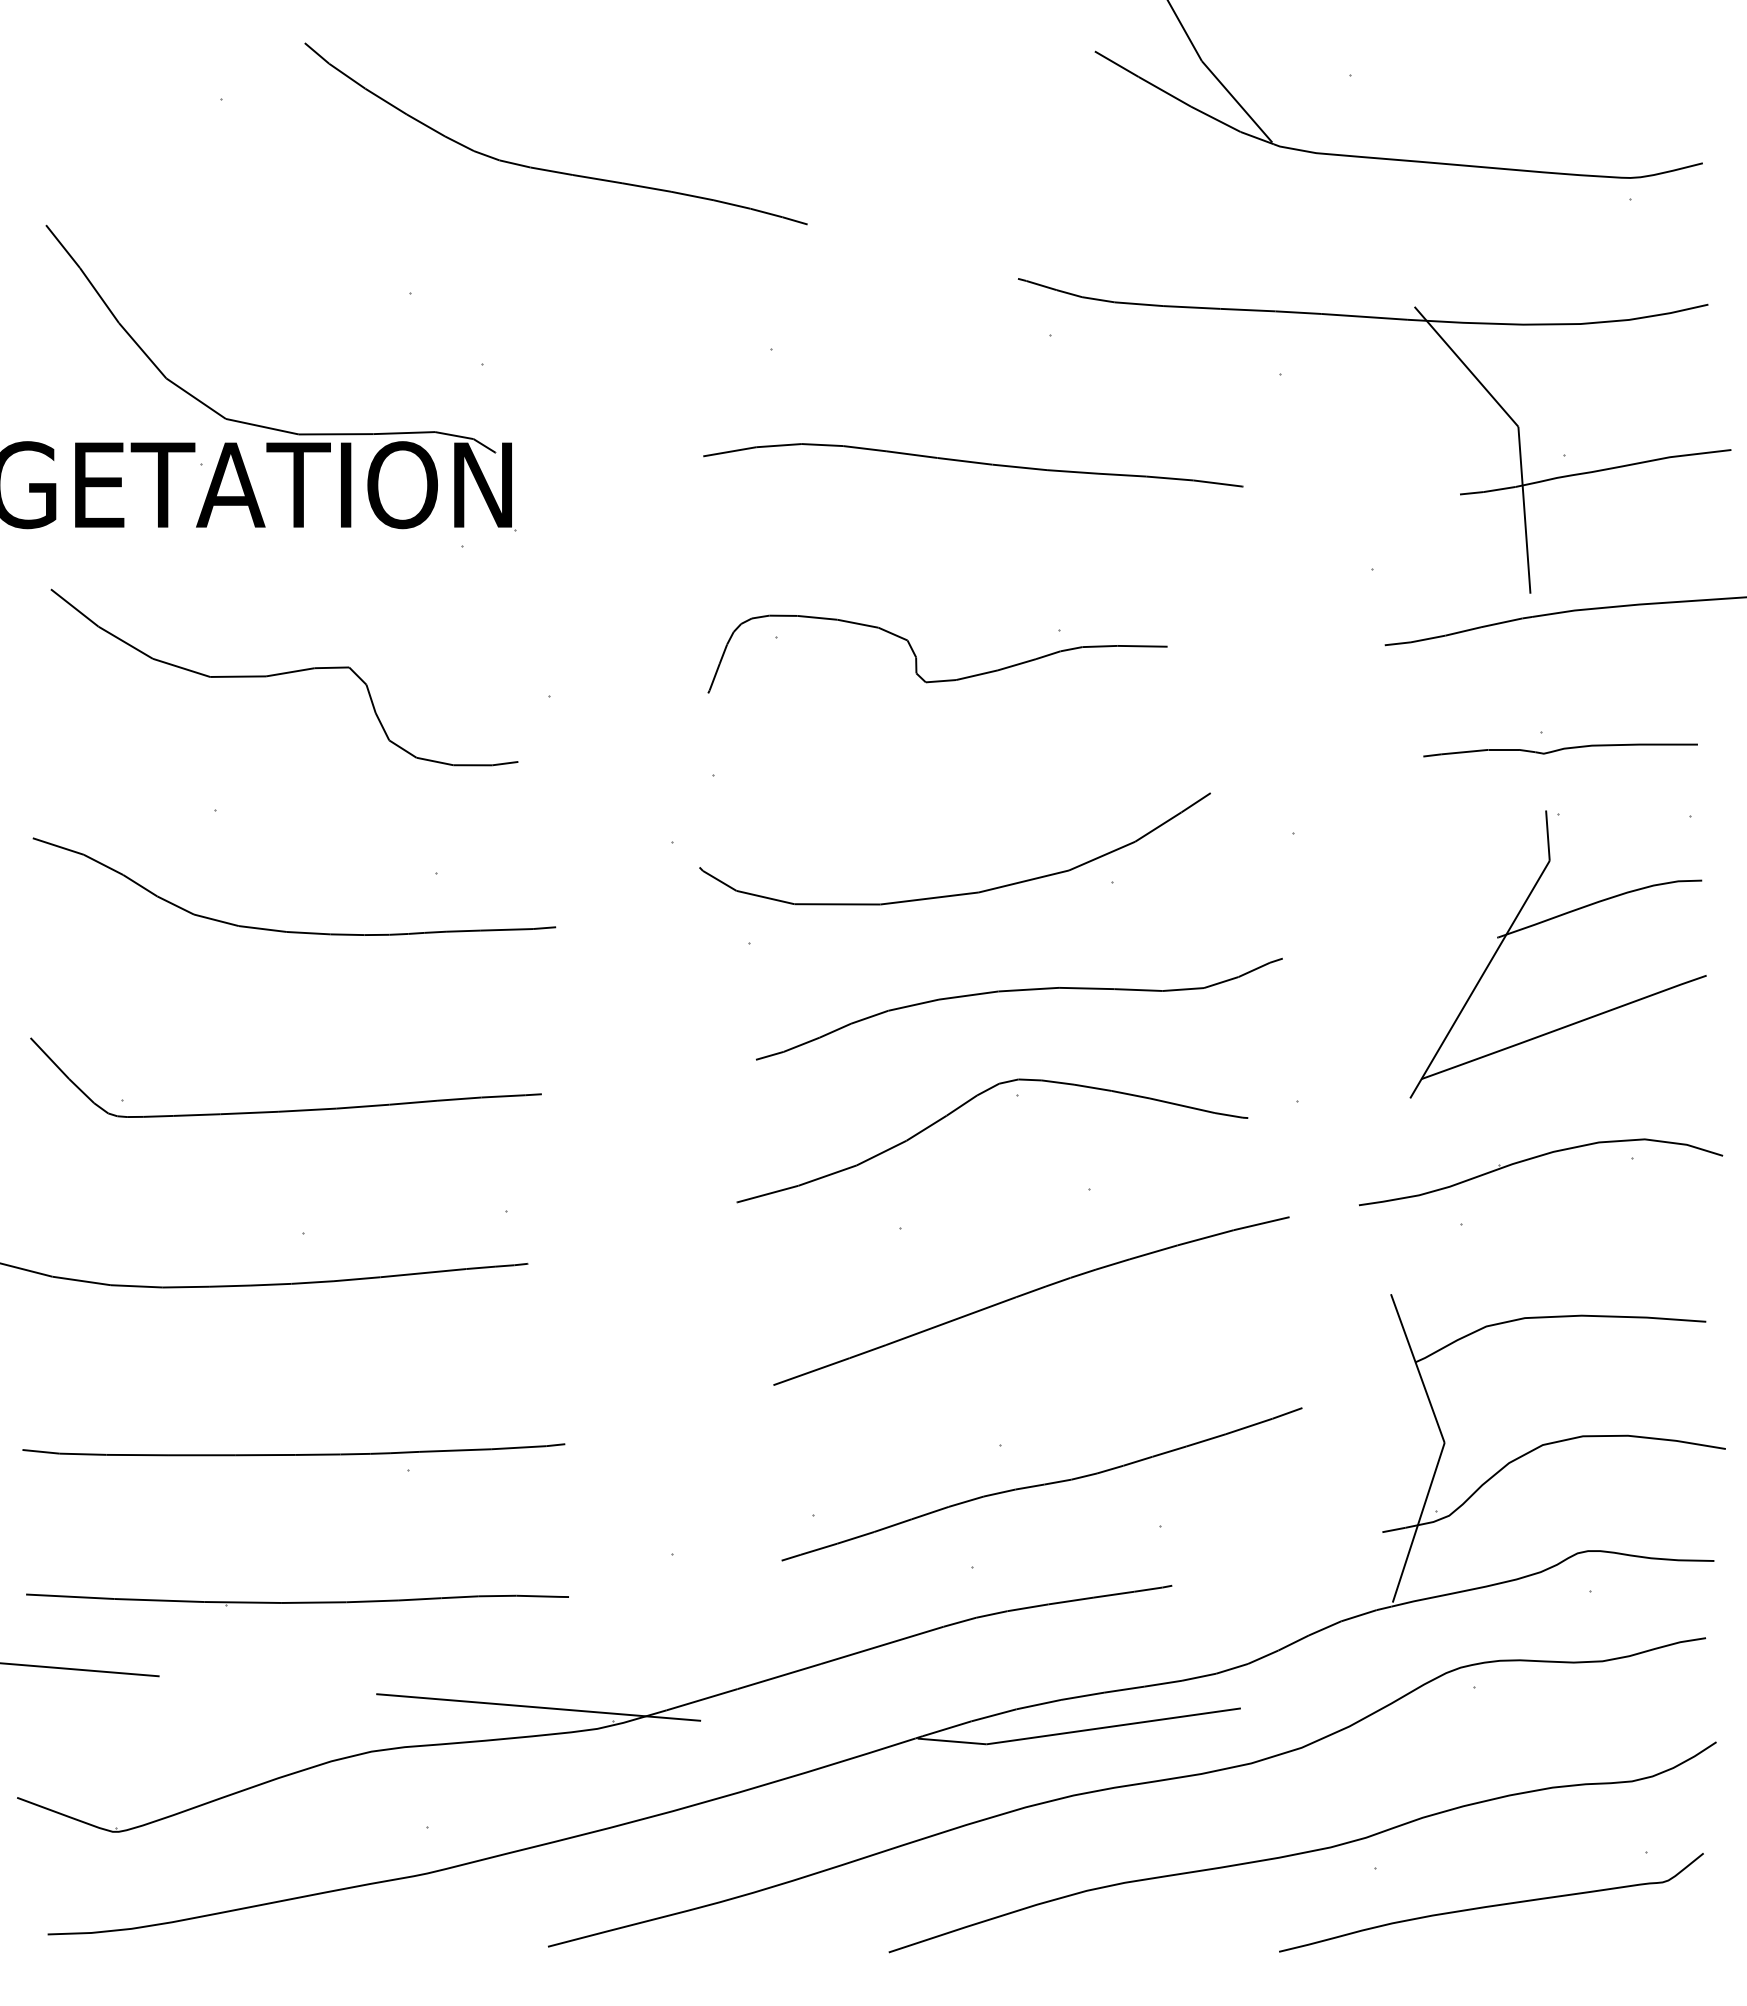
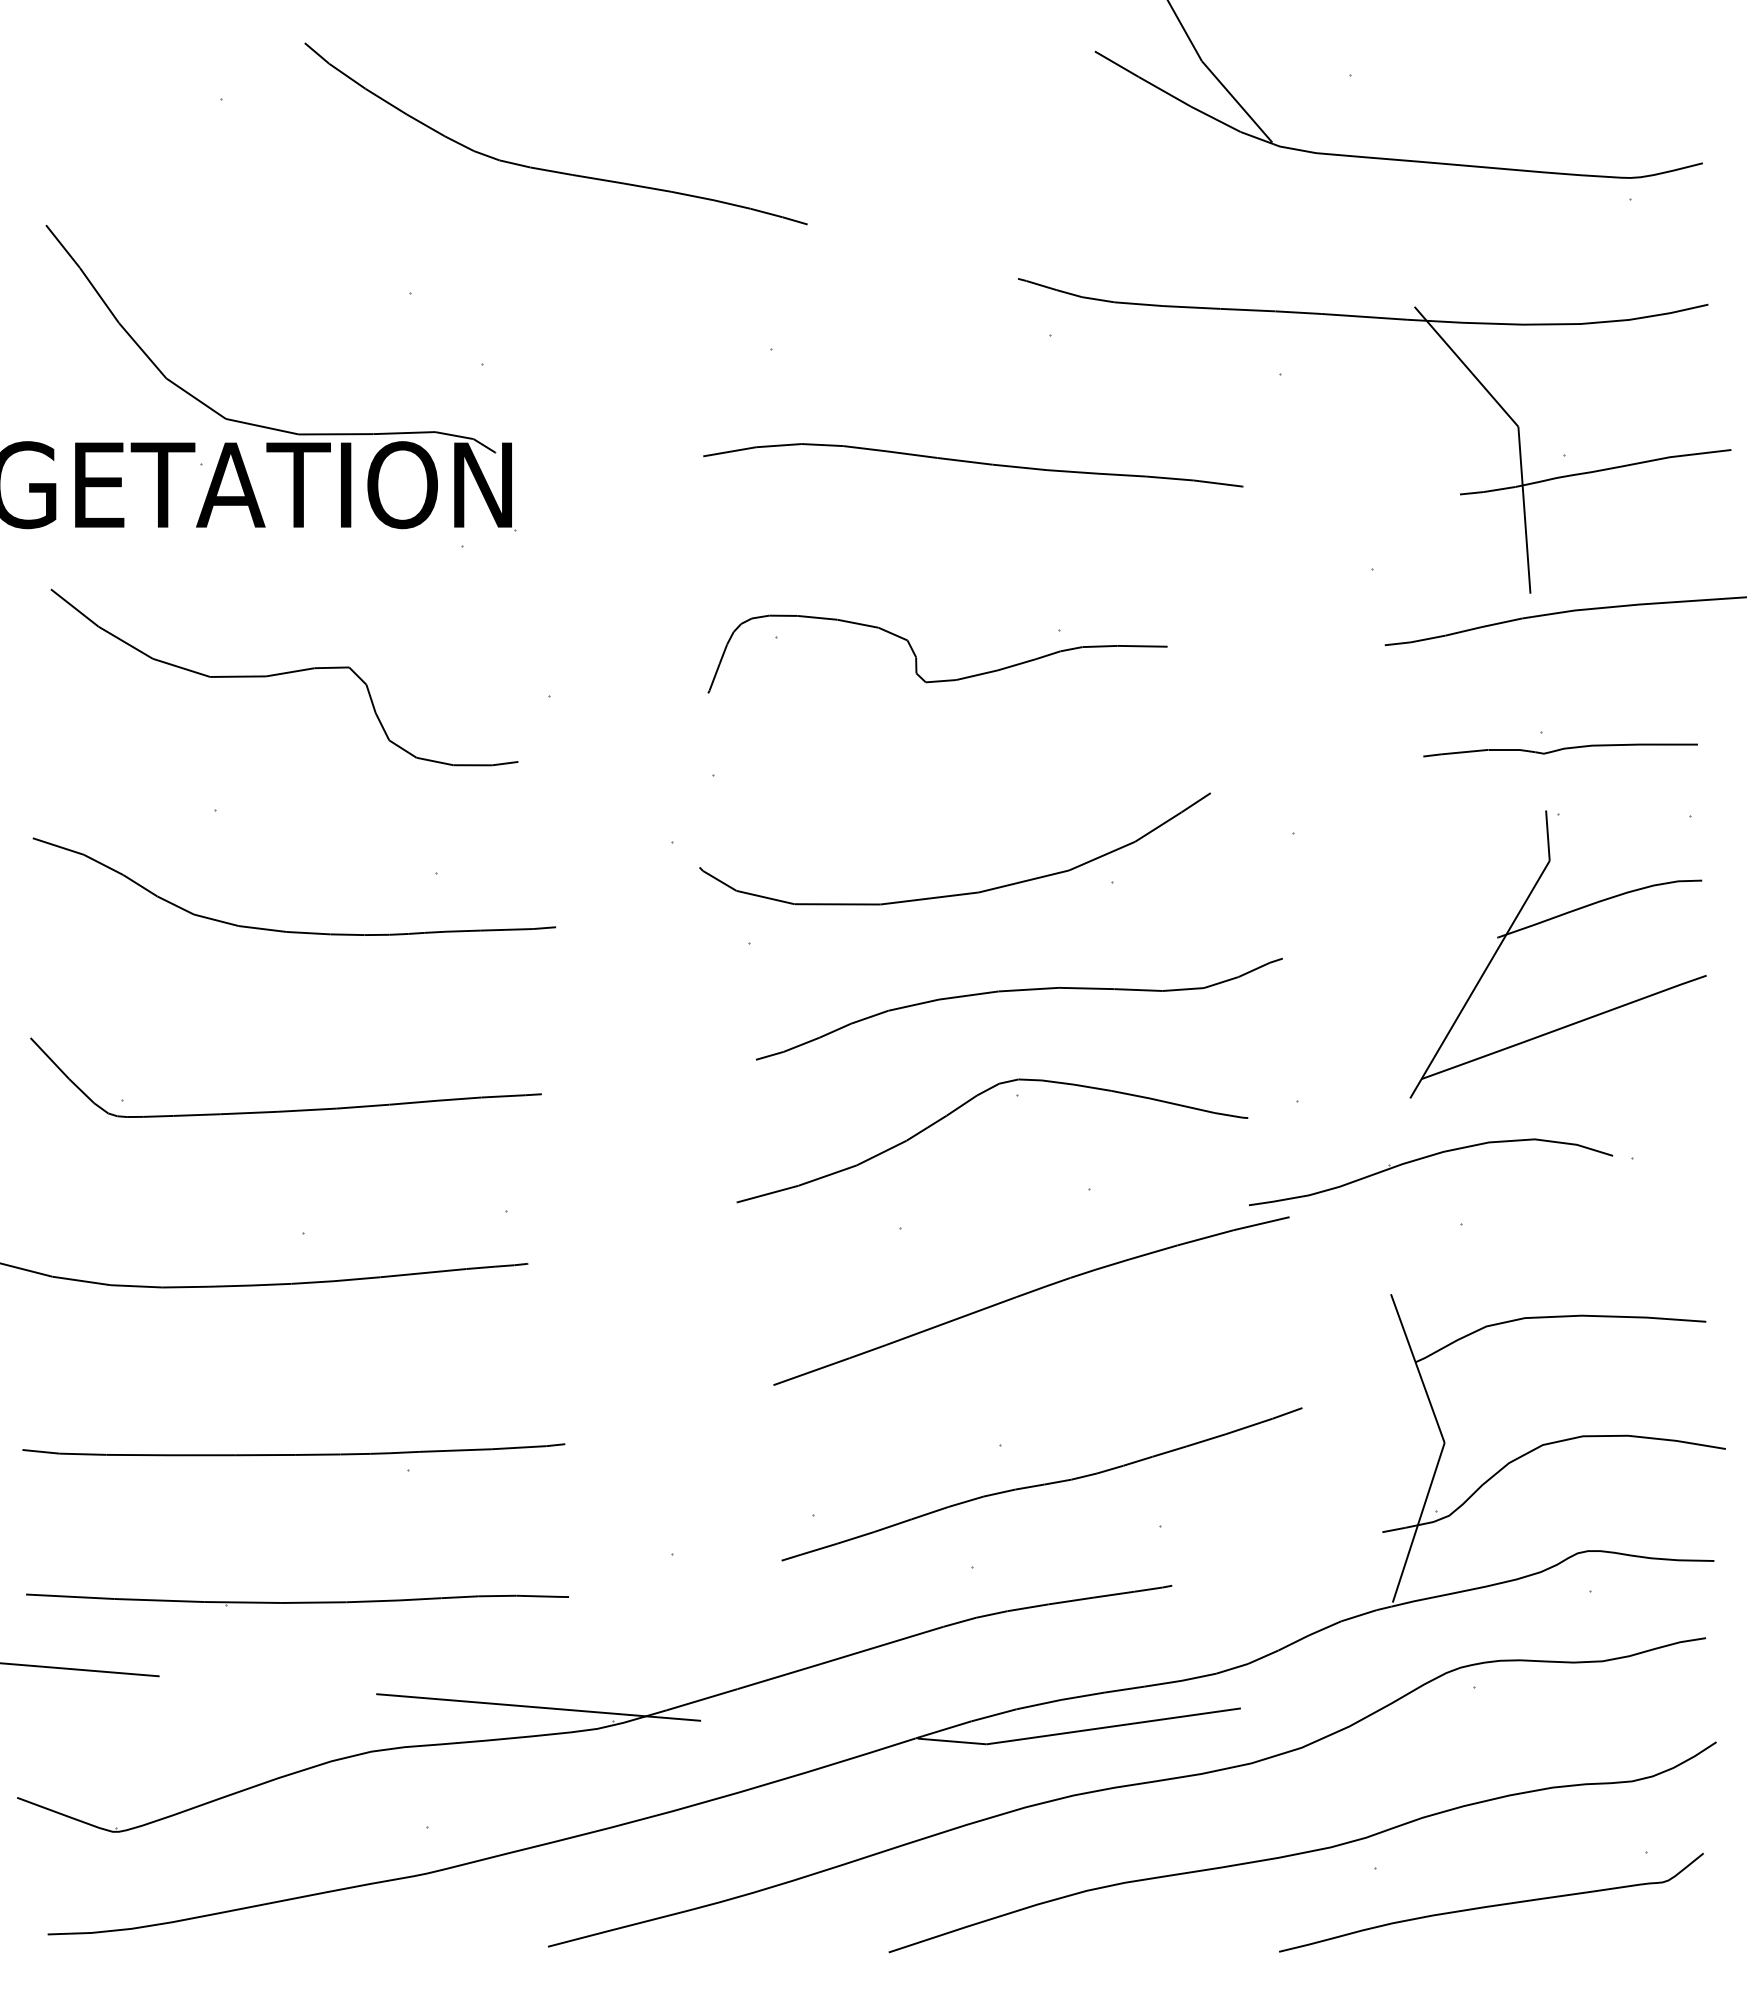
part at (1535, 1158) position: (1535, 1158) -> (1425, 1158)
